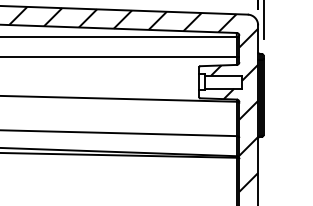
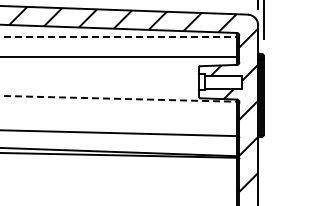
line at (118, 36): solid -> dashed
line at (118, 98): solid -> dashed
